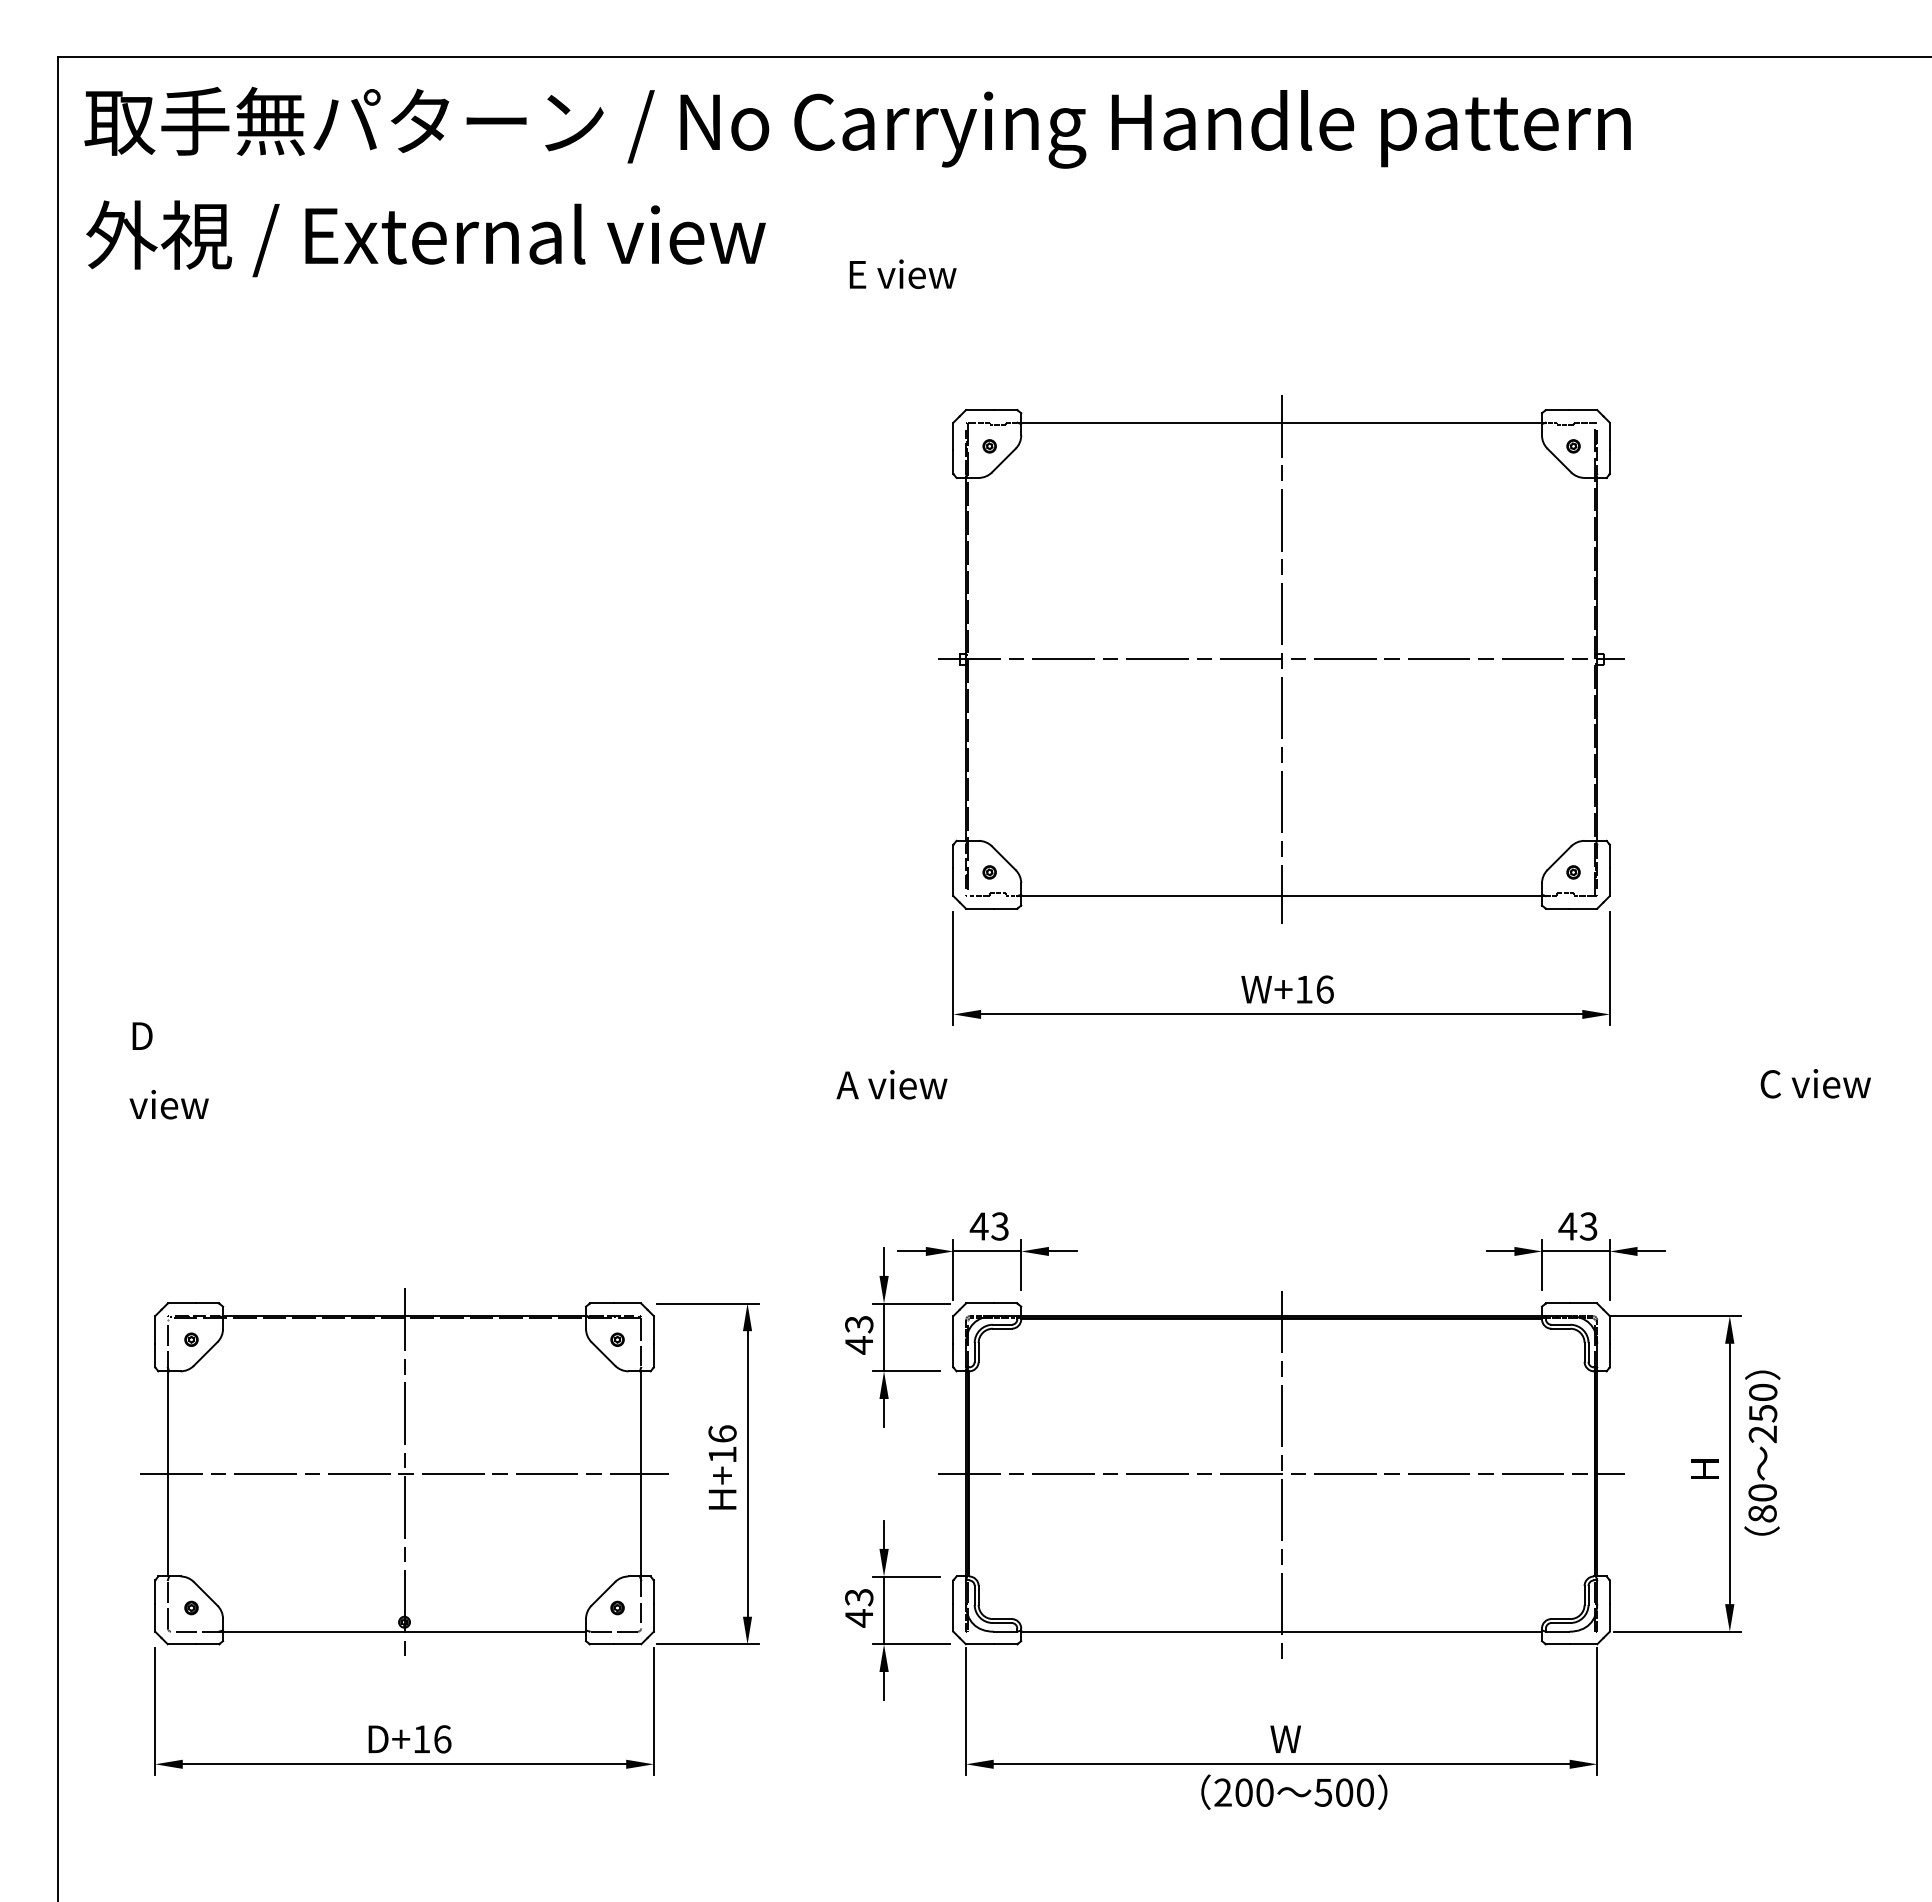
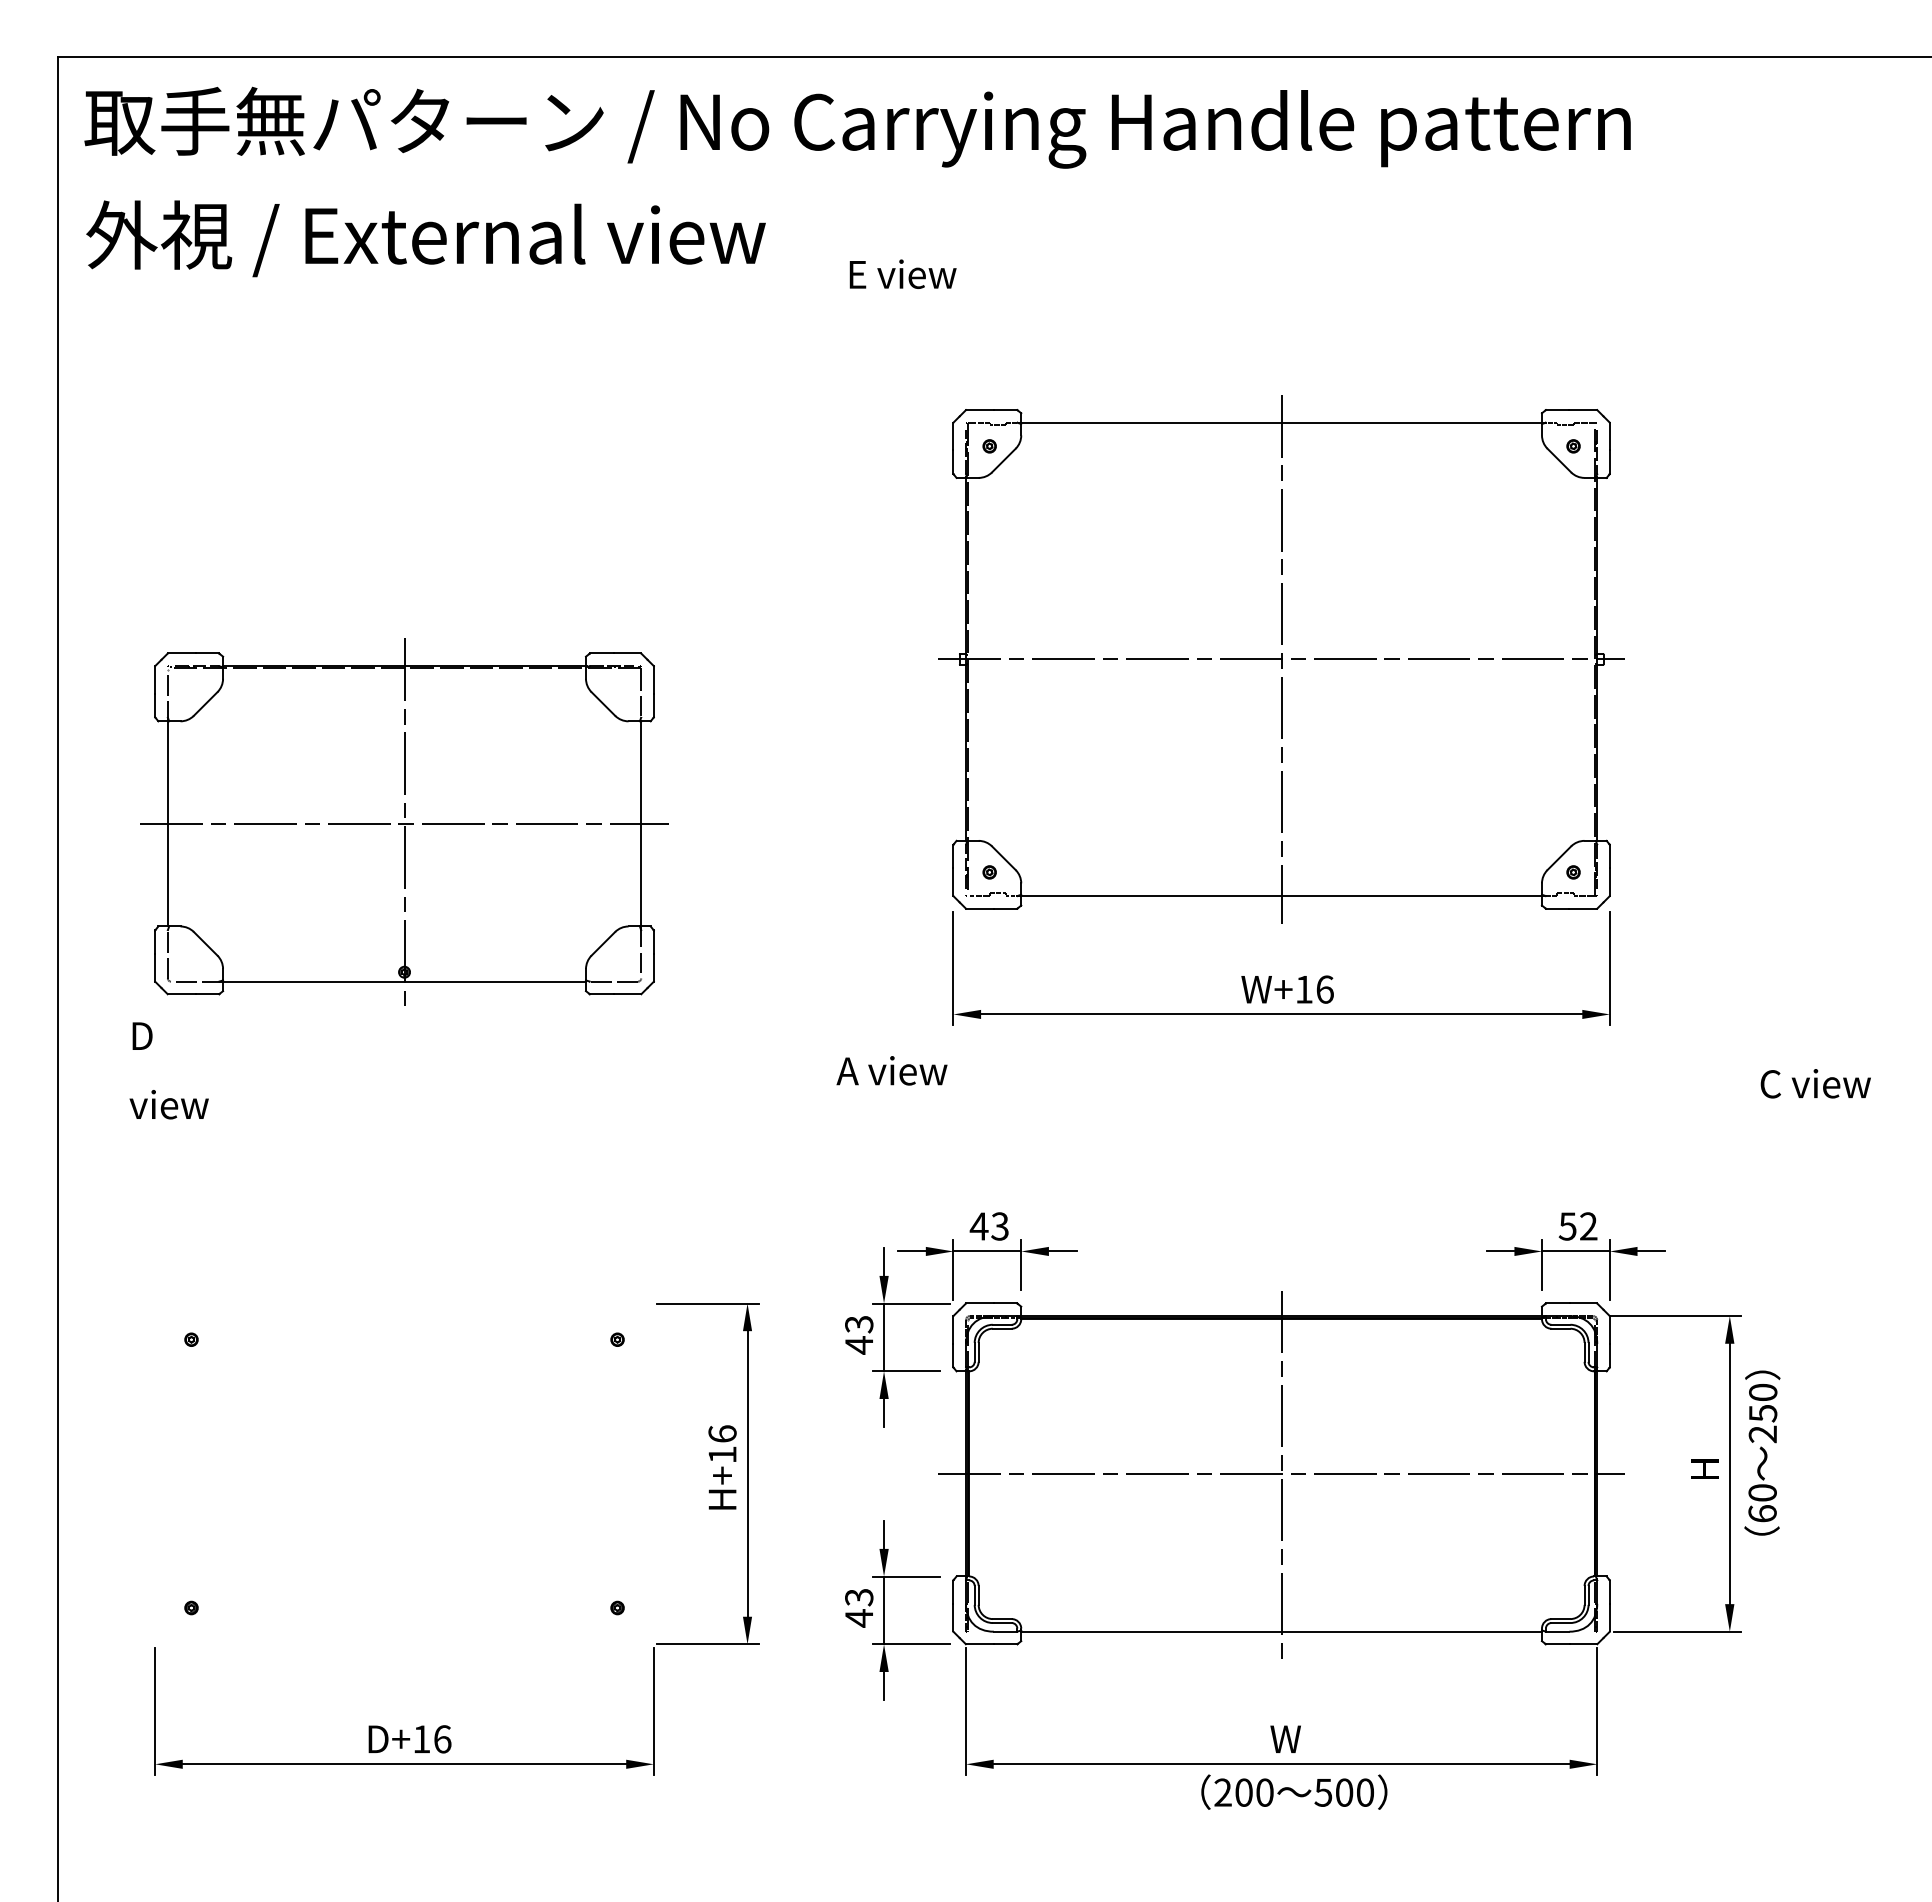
text at (891, 1084) position: (891, 1084) -> (891, 1070)
text at (1577, 1226): 43 -> 52
part at (404, 1471) position: (404, 1471) -> (404, 821)
text at (1762, 1513): 80 -> 60
